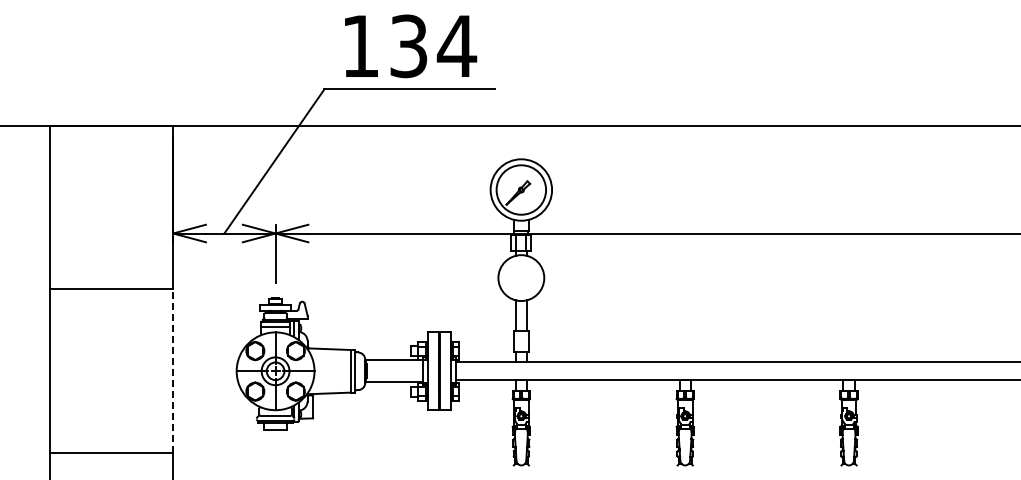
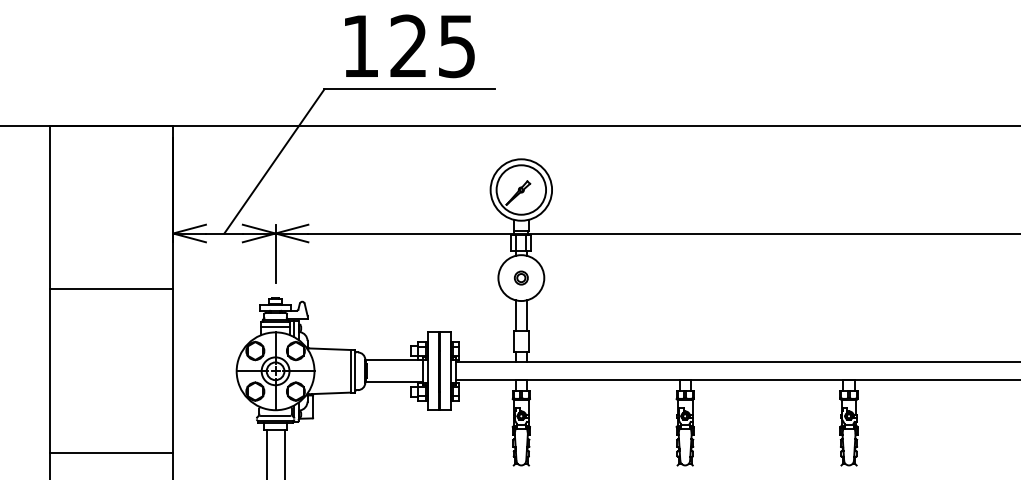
text at (433, 46): 134 -> 125
part at (520, 277): none -> present
line at (173, 371): dashed -> solid
line at (266, 452): none -> present
line at (284, 452): none -> present
